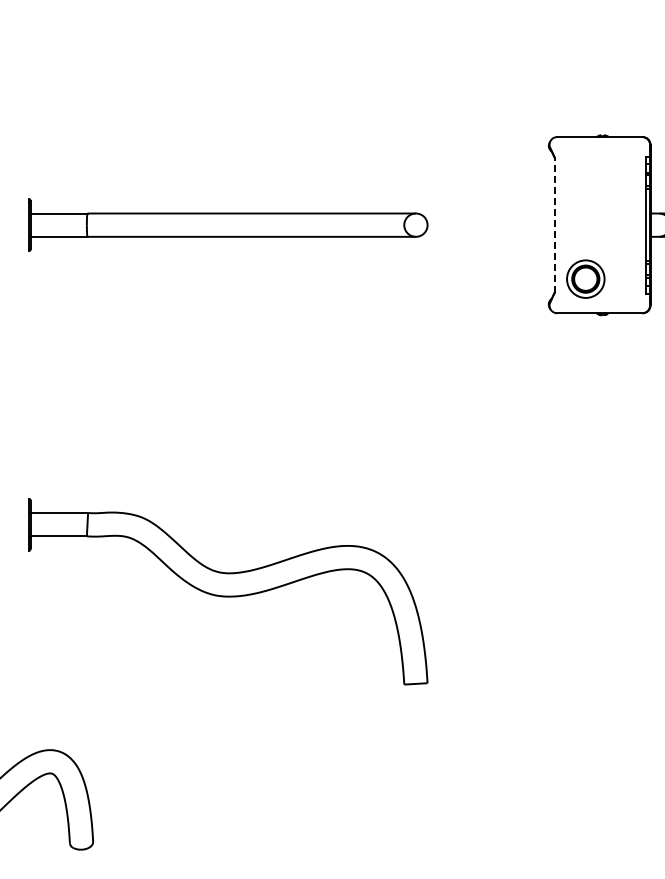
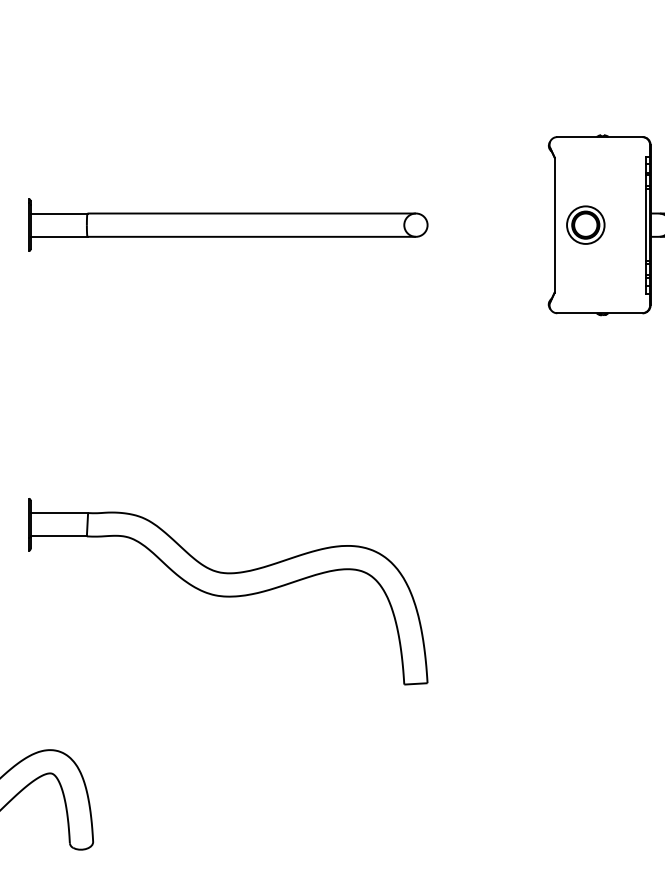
line at (554, 225): dashed -> solid
part at (585, 278) position: (585, 278) -> (585, 224)
